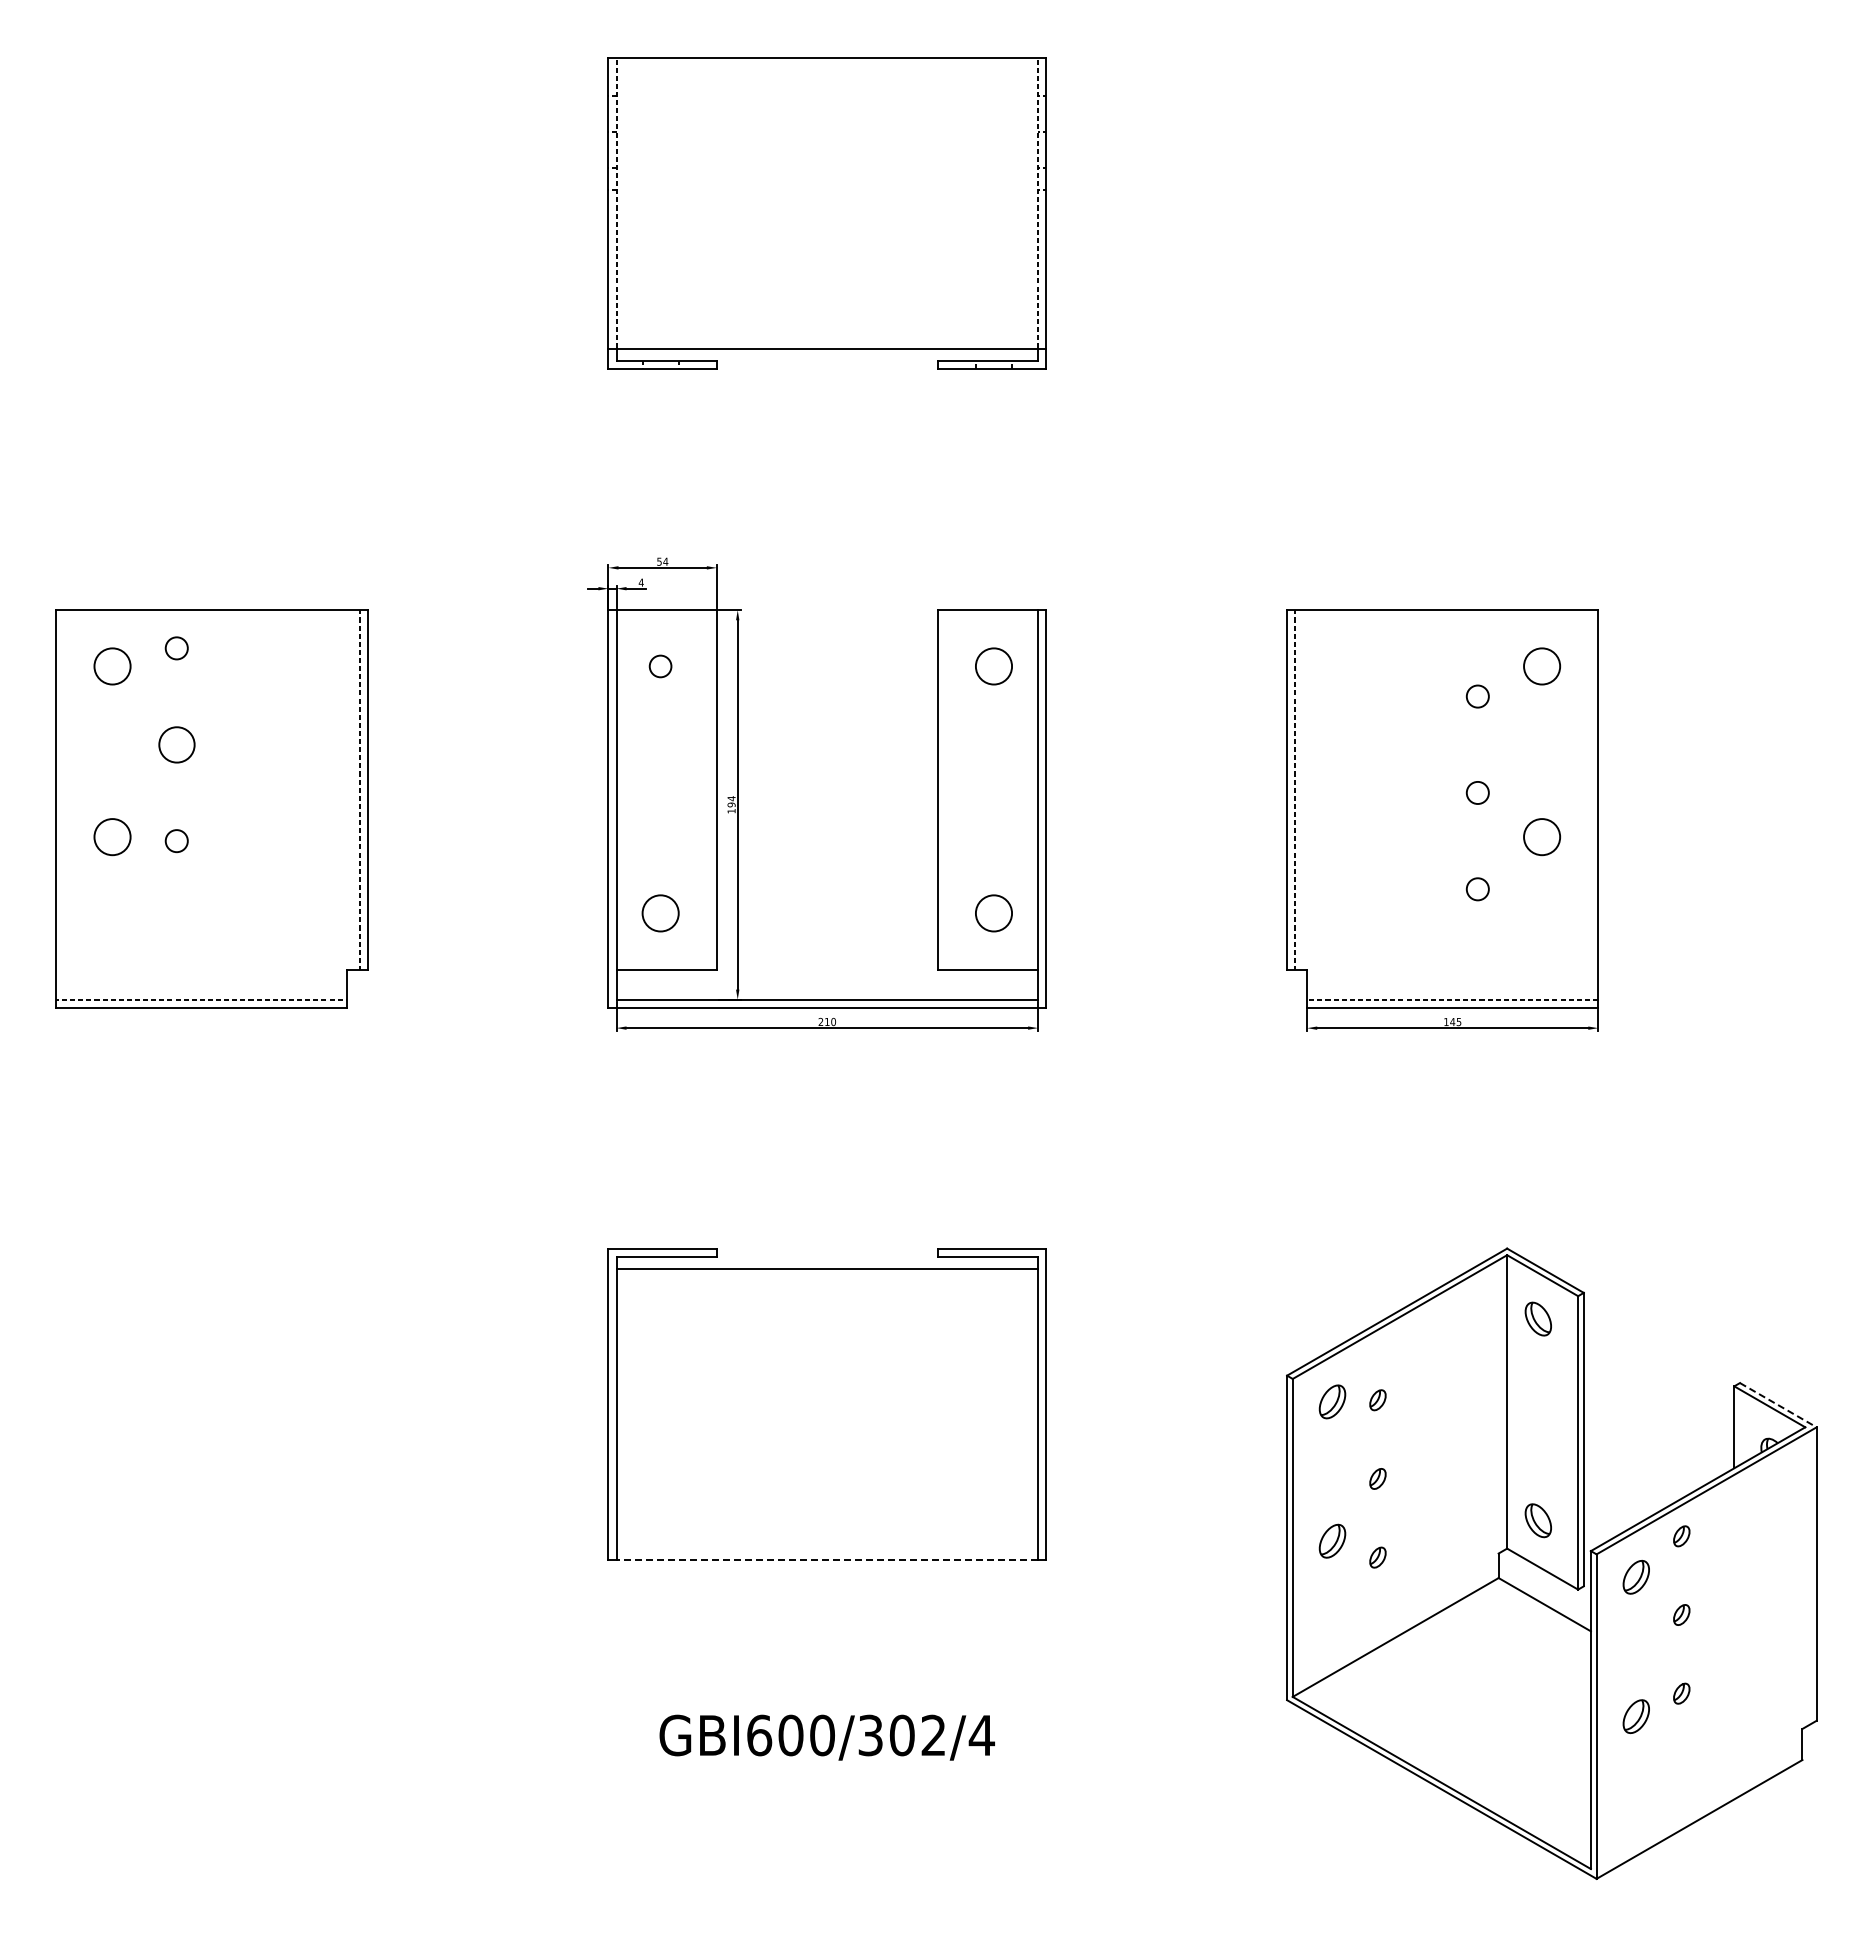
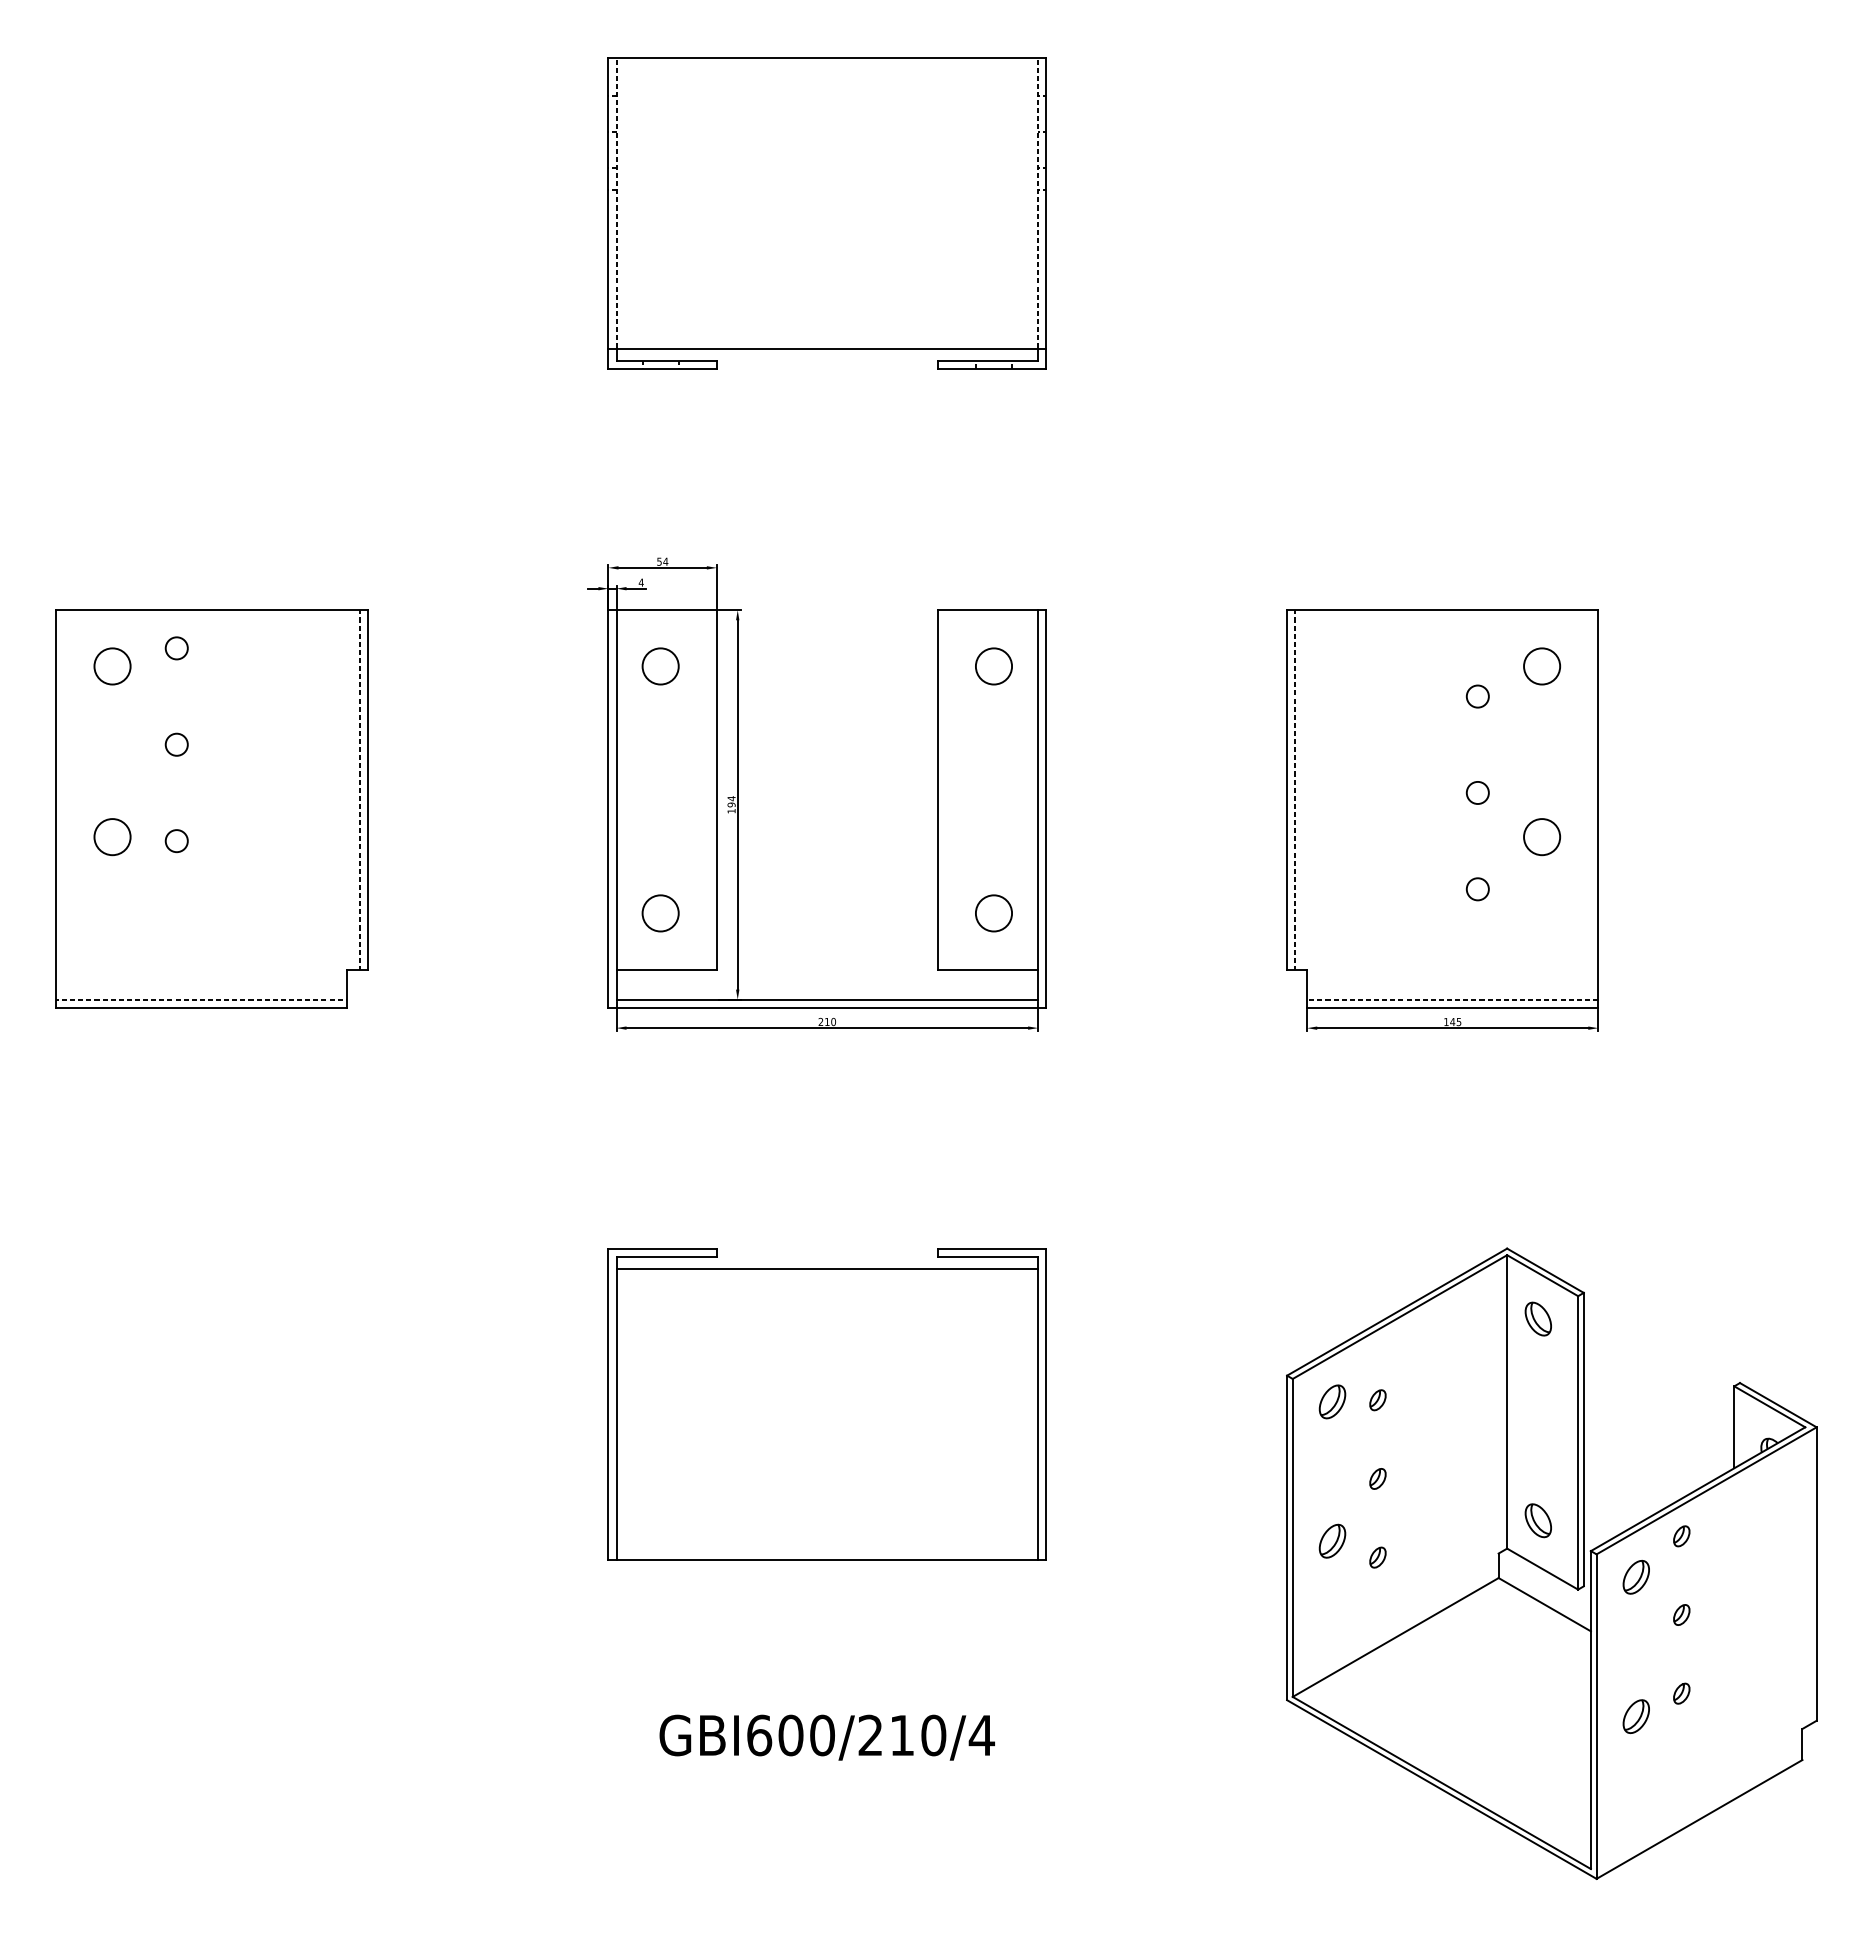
circle at (660, 666) size: 25x25 px -> 39x39 px
circle at (176, 744) size: 38x38 px -> 25x25 px
line at (1778, 1405): dashed -> solid
line at (827, 1559): dashed -> solid
text at (902, 1735): GBI600/302/4 -> GBI600/210/4
